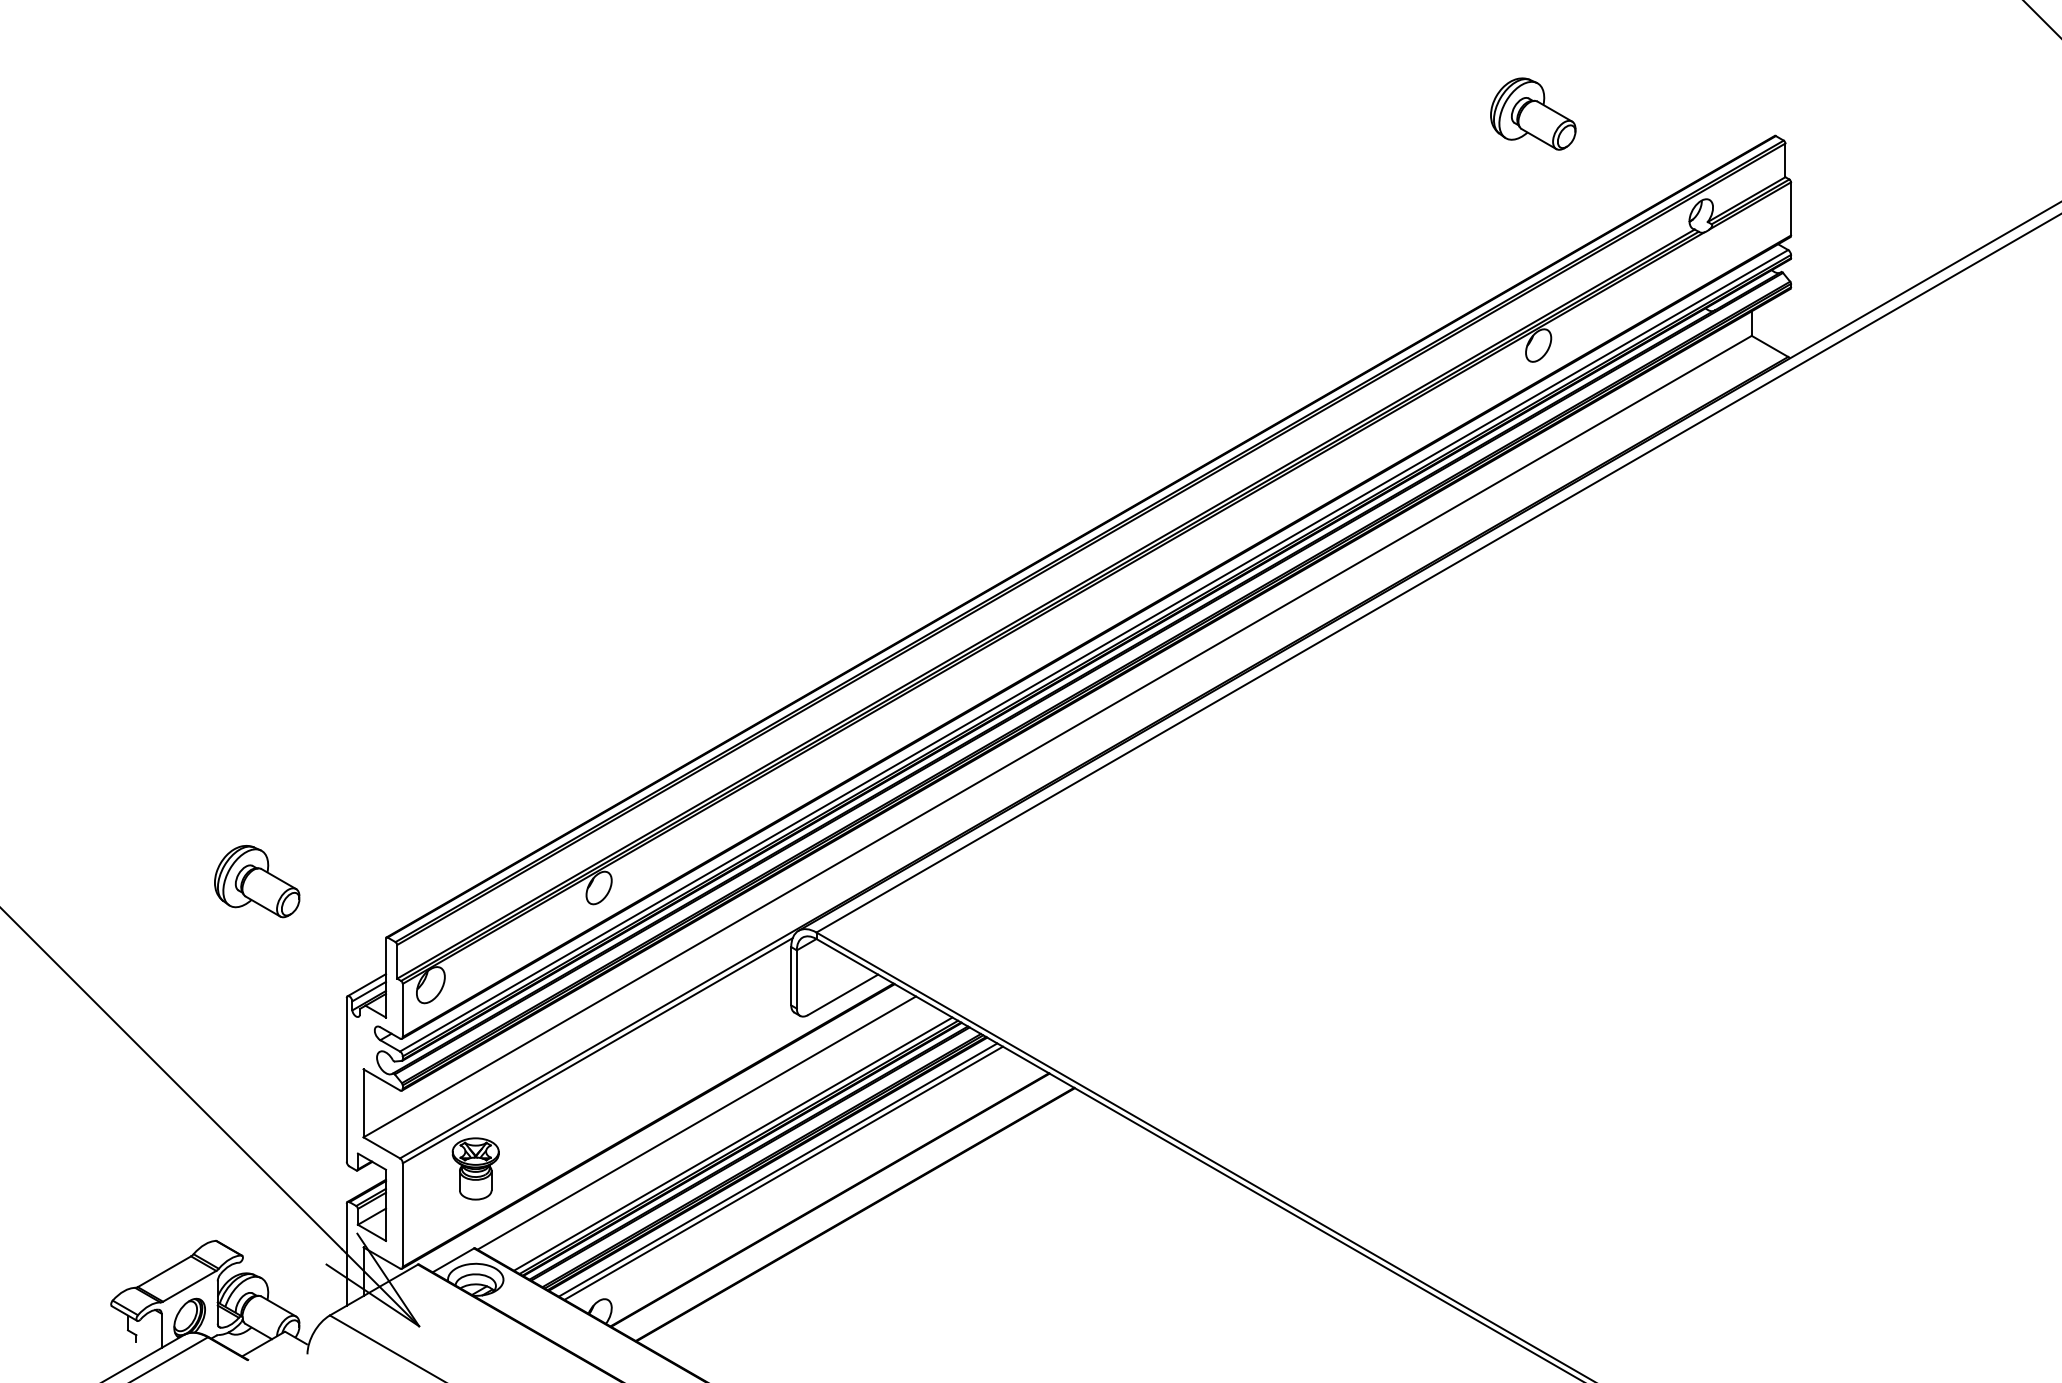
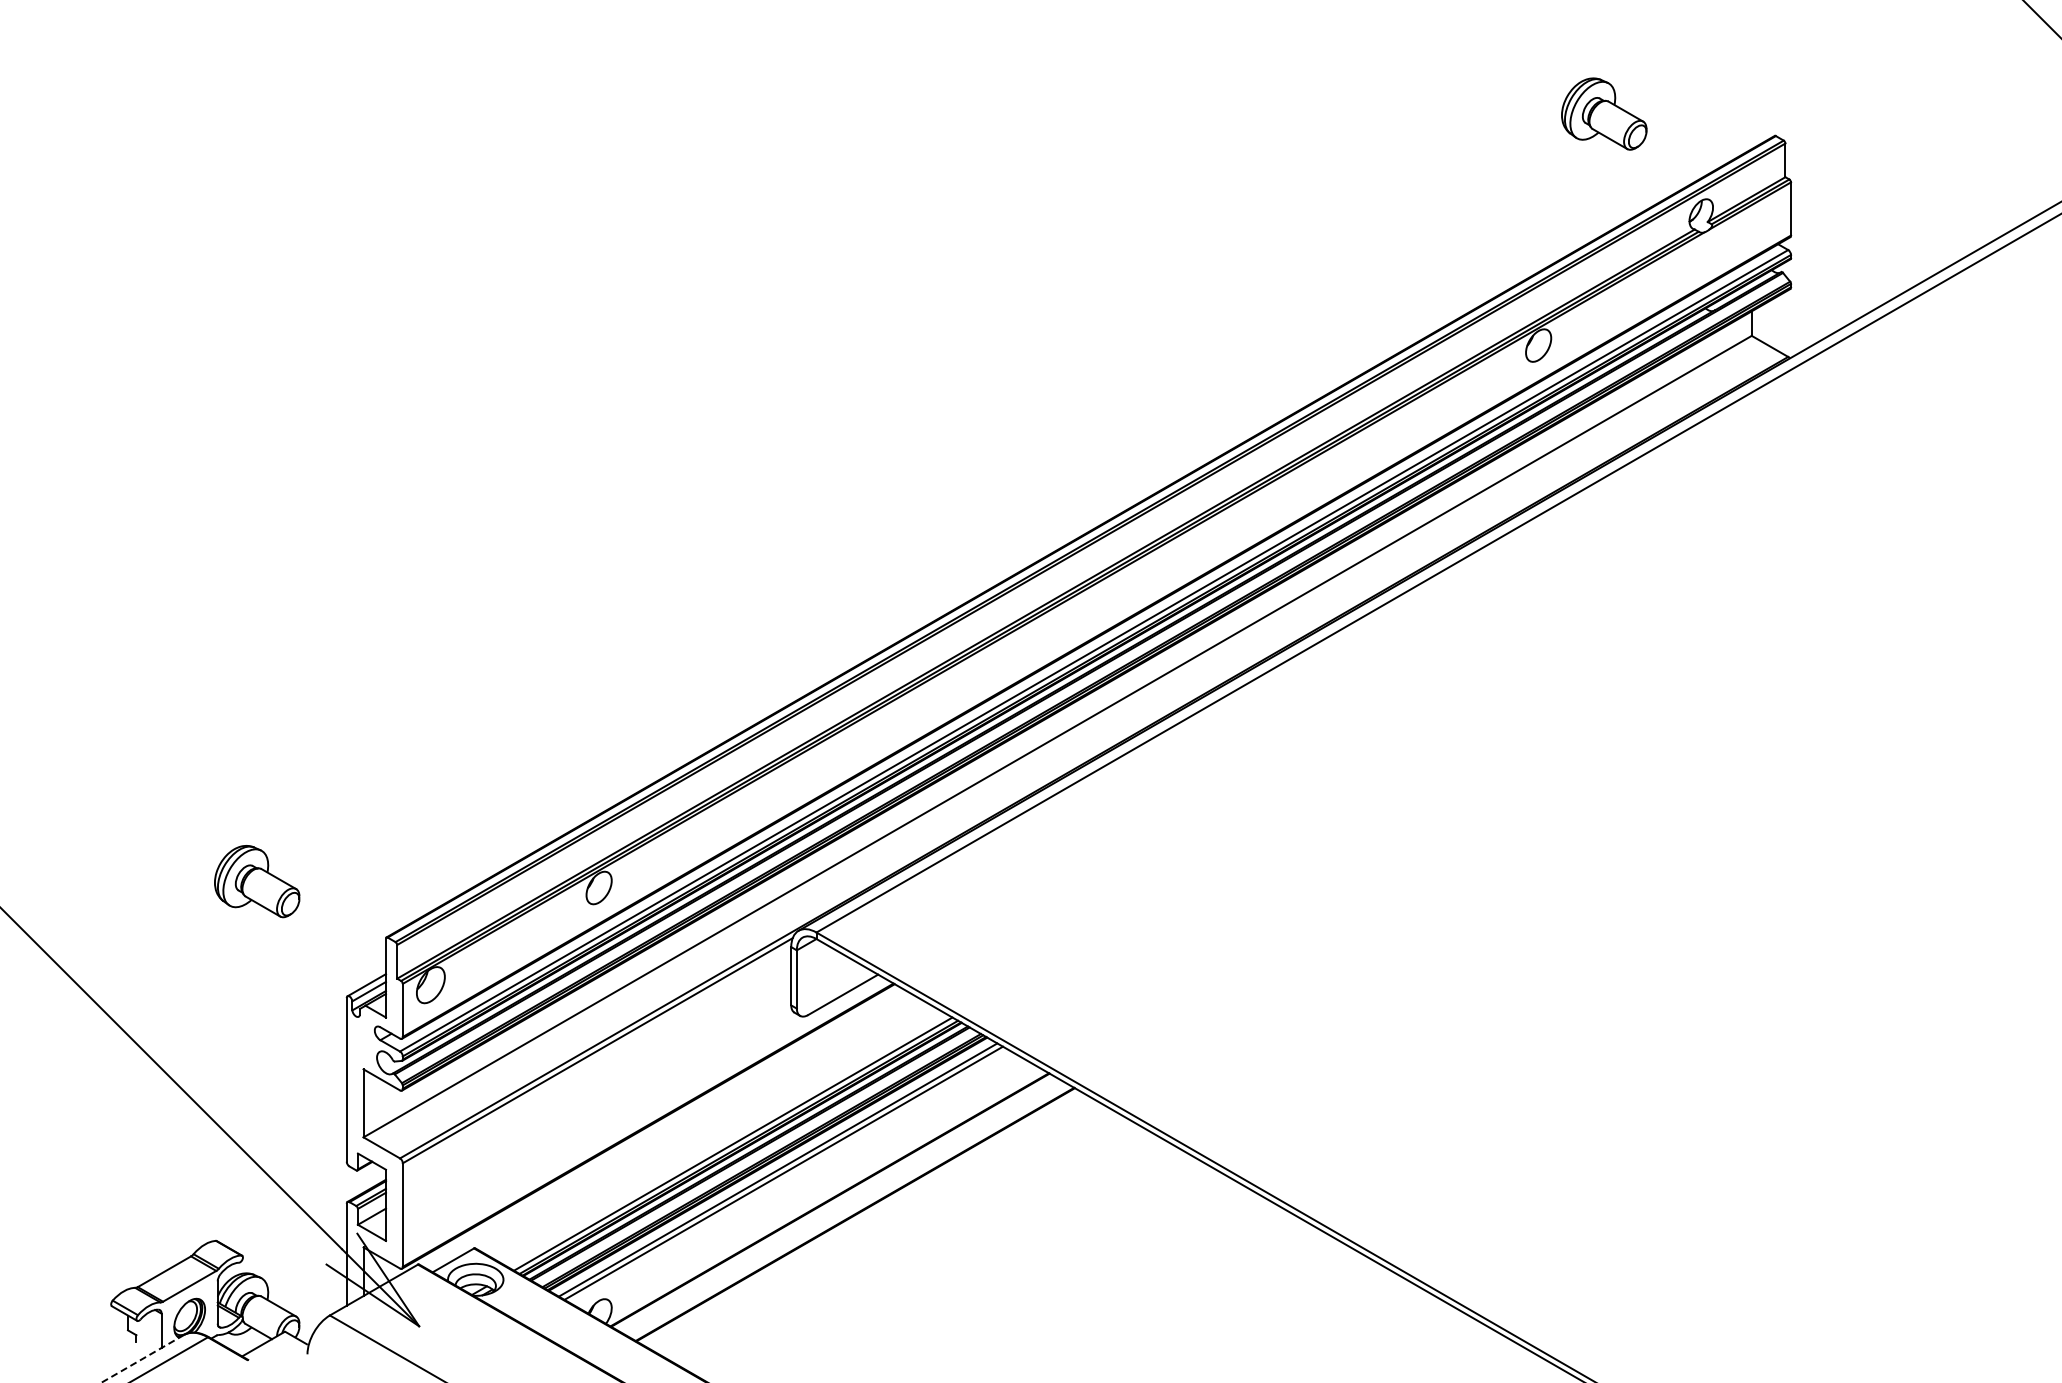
part at (1533, 113) position: (1533, 113) -> (1604, 113)
line at (696, 1122): present -> none
part at (475, 1168): present -> none
line at (142, 1358): solid -> dashed
